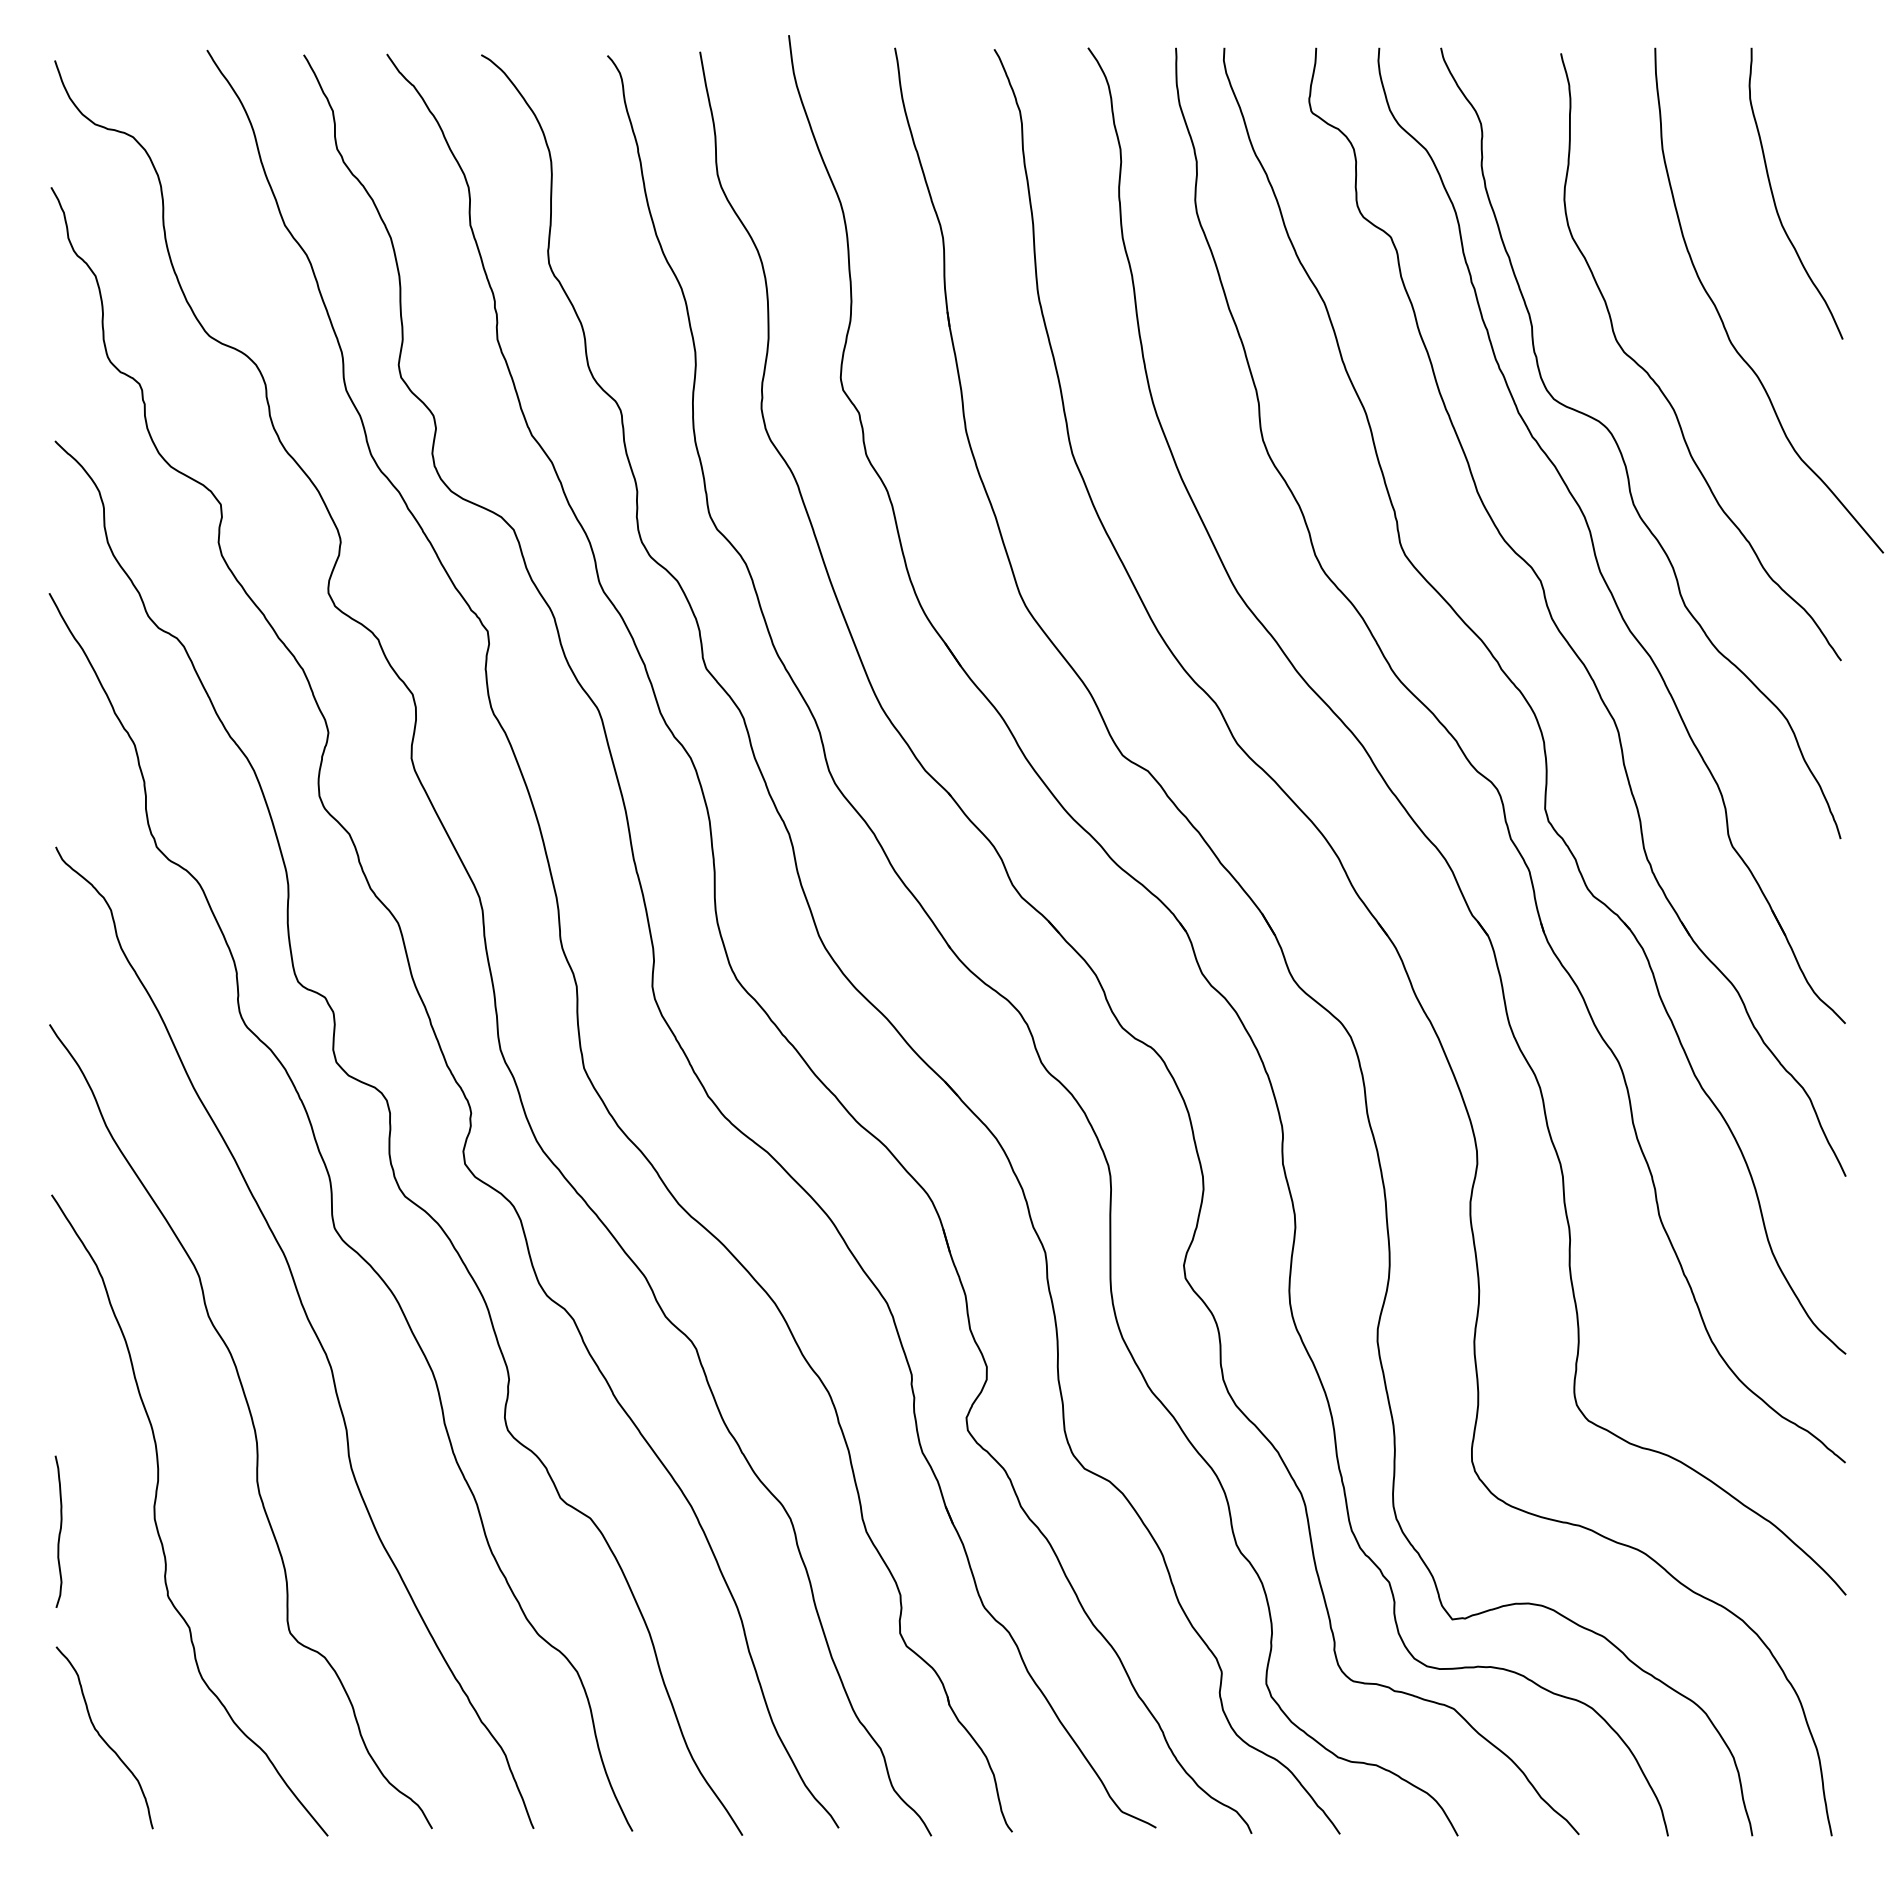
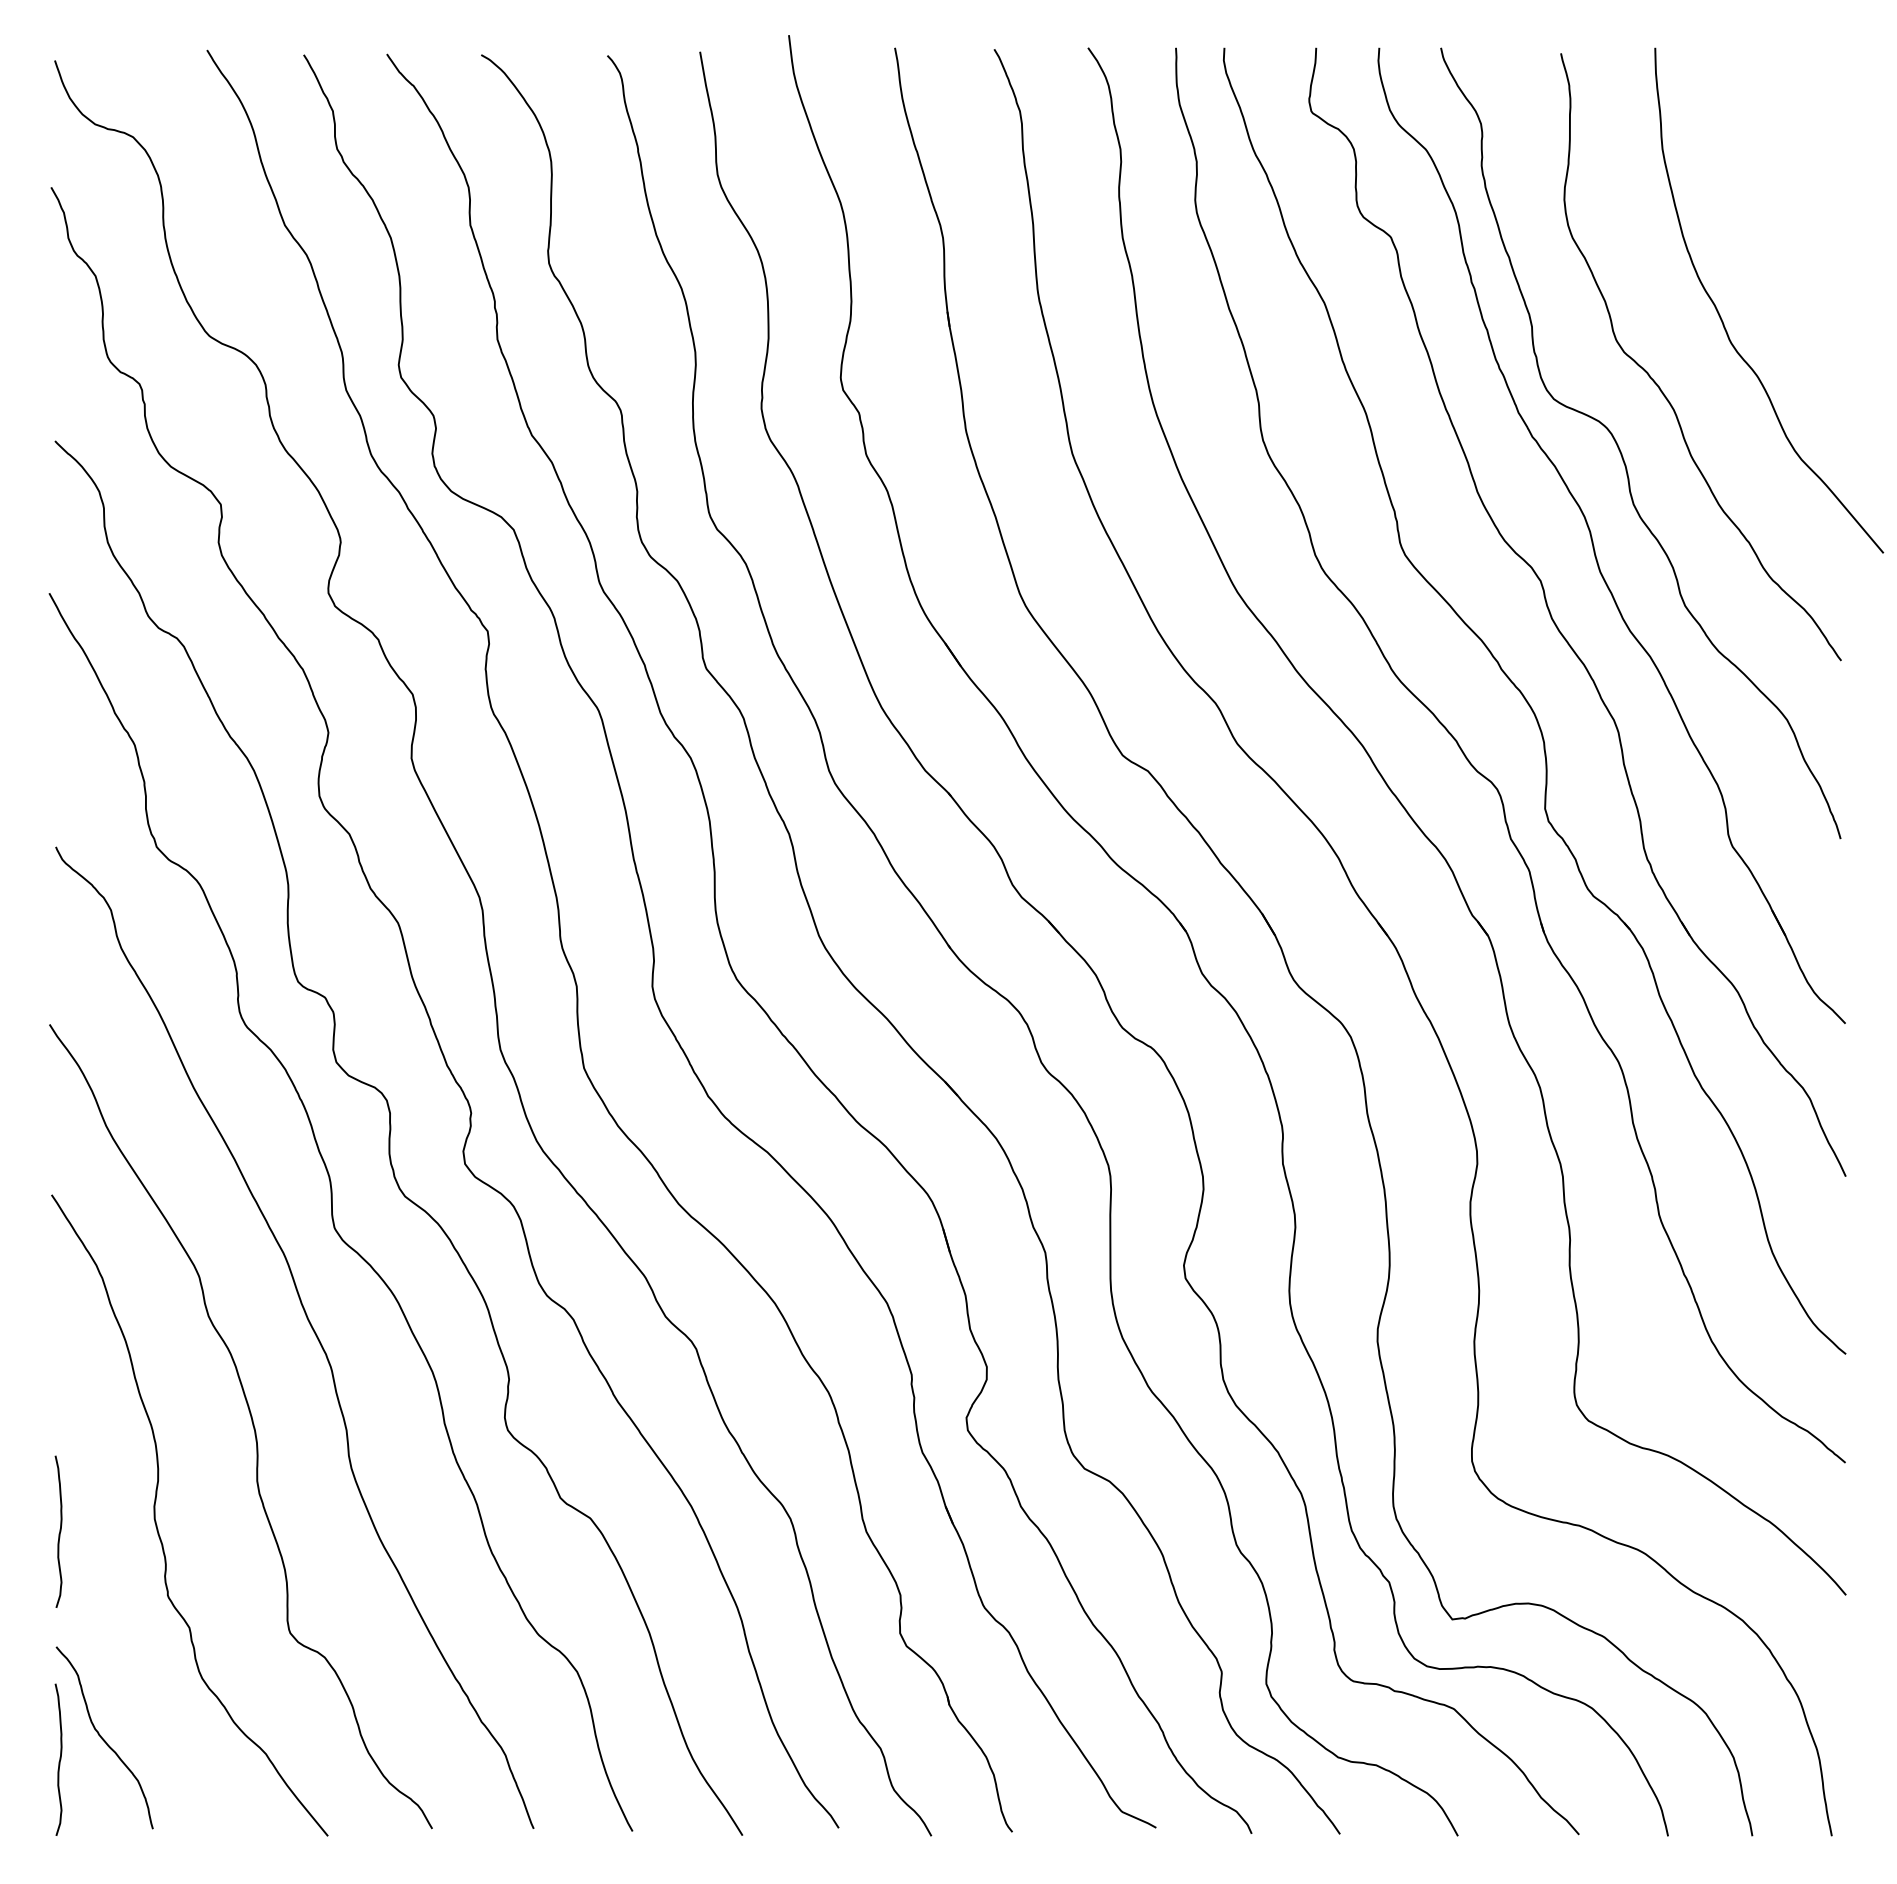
curve at (1774, 197): present -> none
curve at (59, 1759): none -> present
